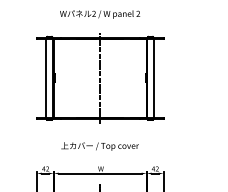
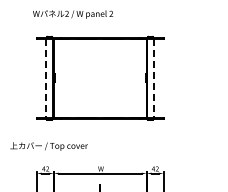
text at (100, 14) position: (100, 14) -> (73, 14)
line at (100, 77): present -> none
line at (46, 78): solid -> dashed
line at (154, 78): solid -> dashed
text at (99, 146) position: (99, 146) -> (48, 146)
